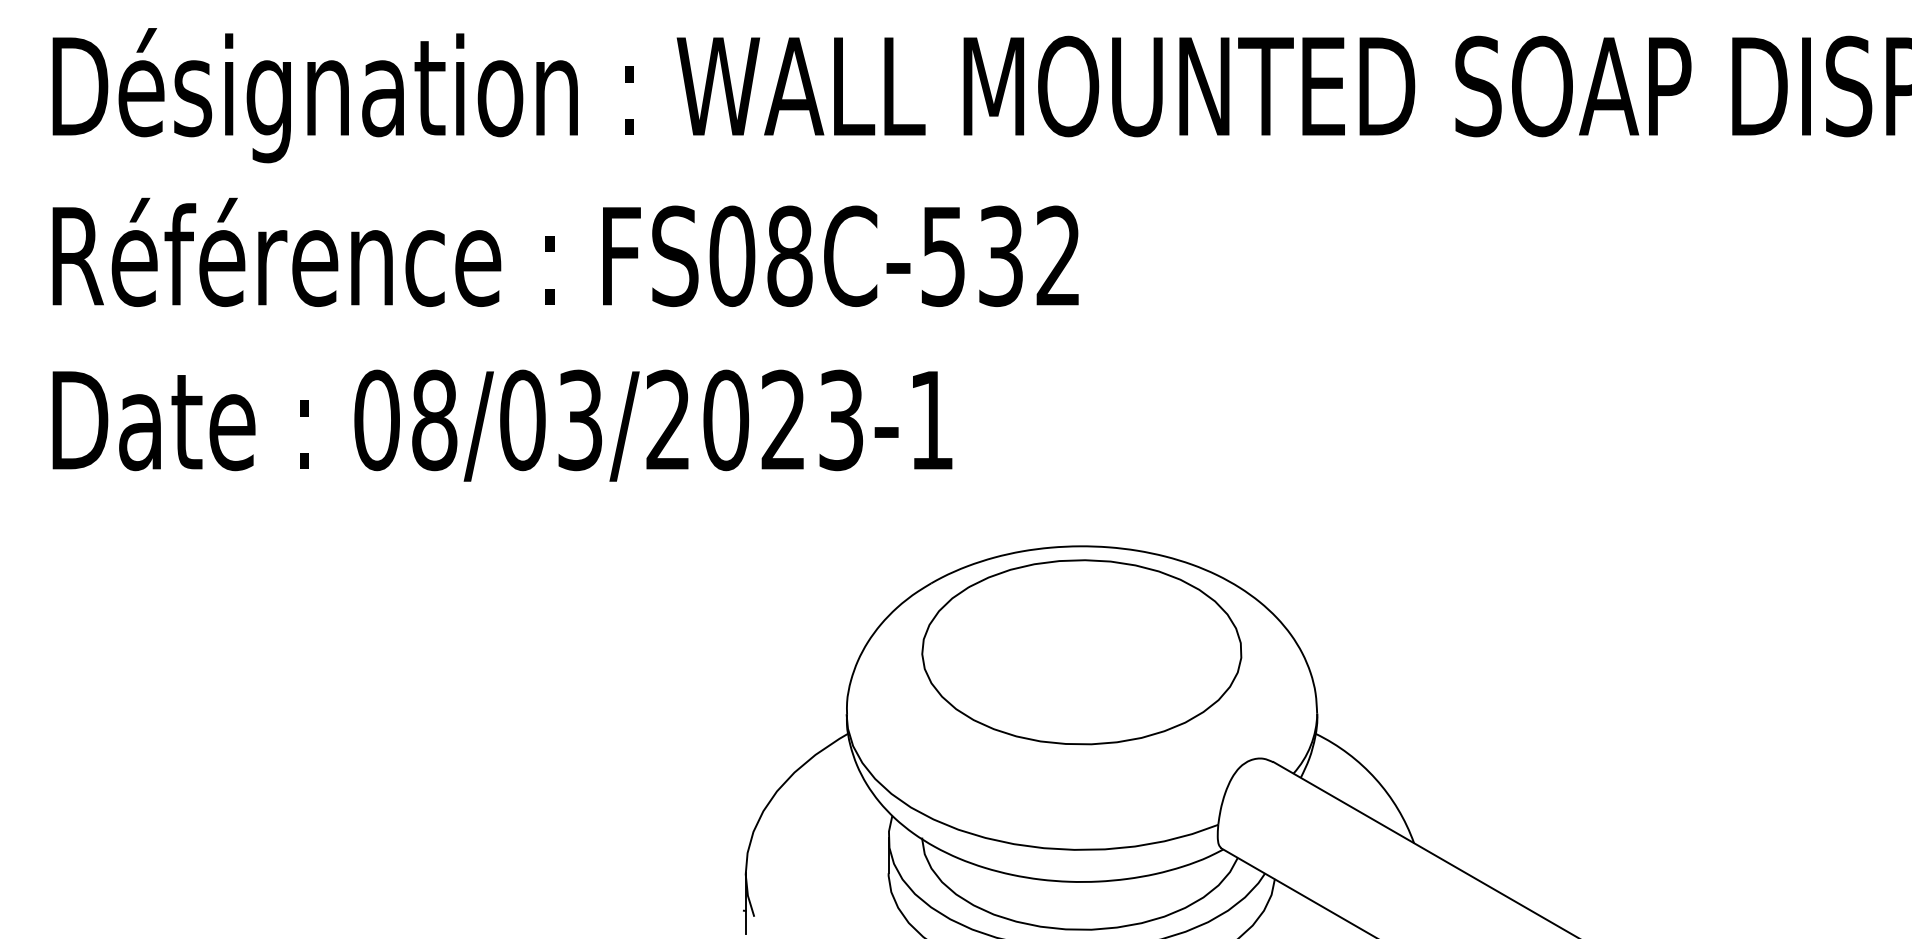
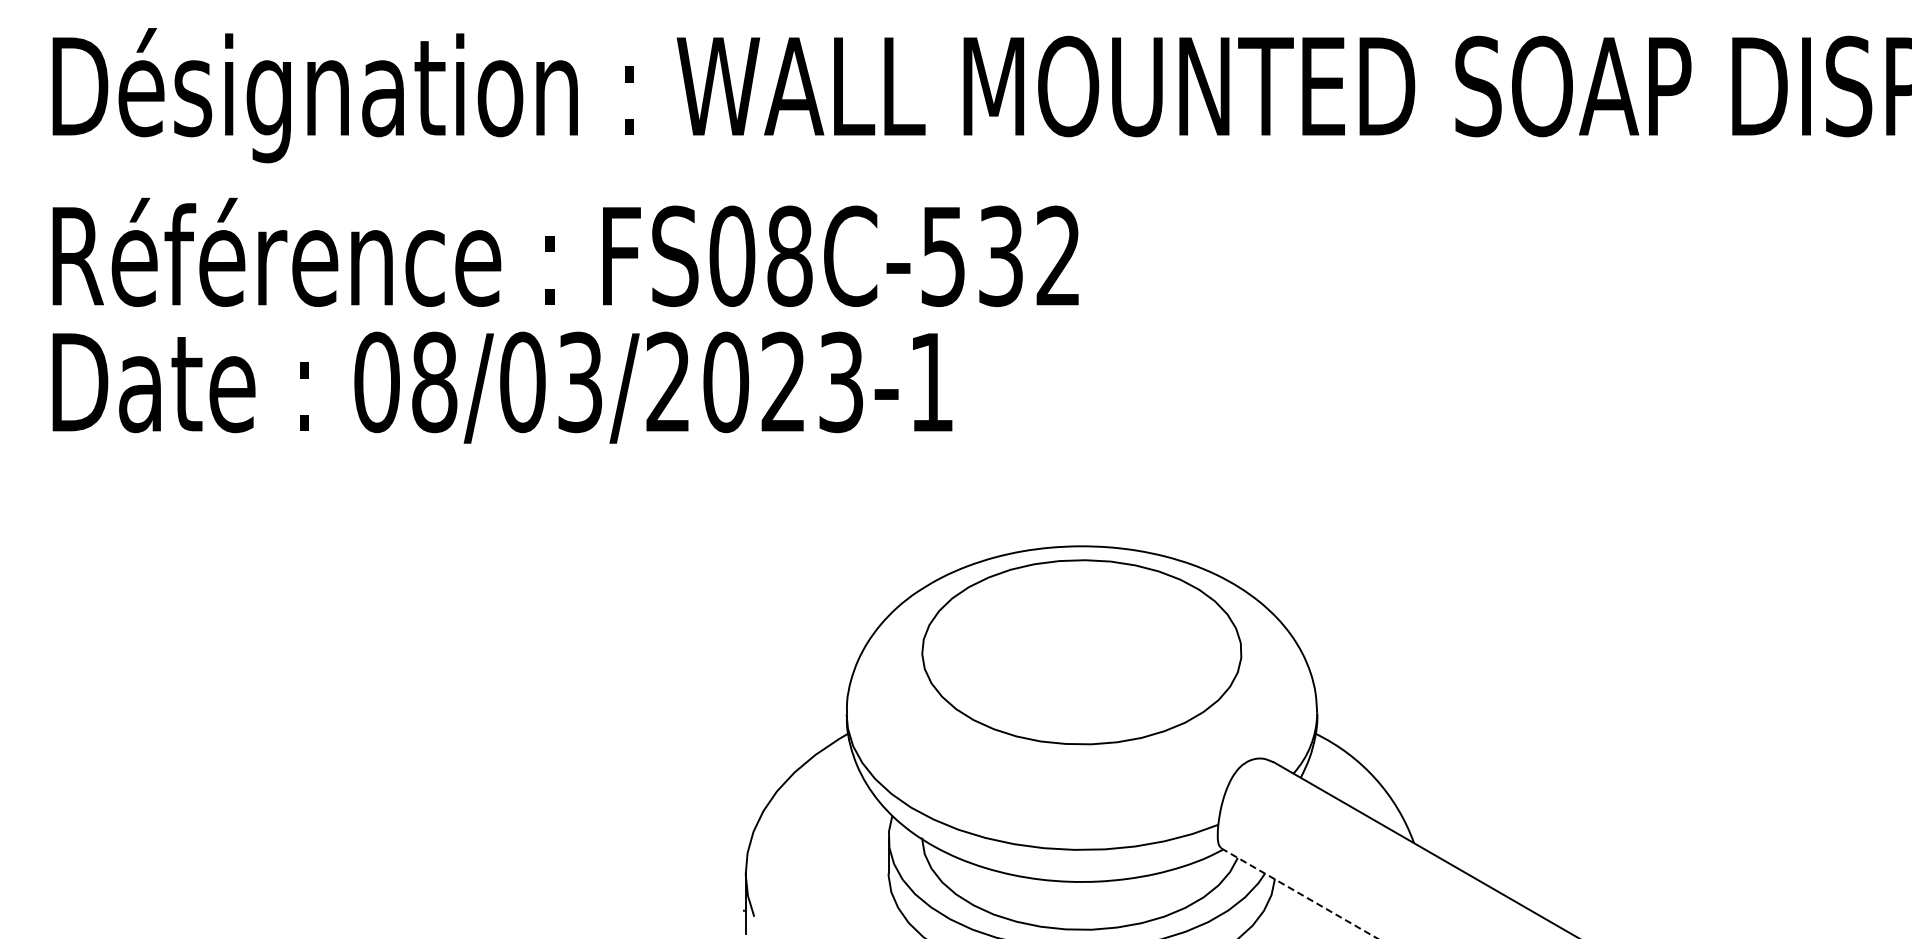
text at (502, 425) position: (502, 425) -> (502, 387)
line at (1300, 893): solid -> dashed
